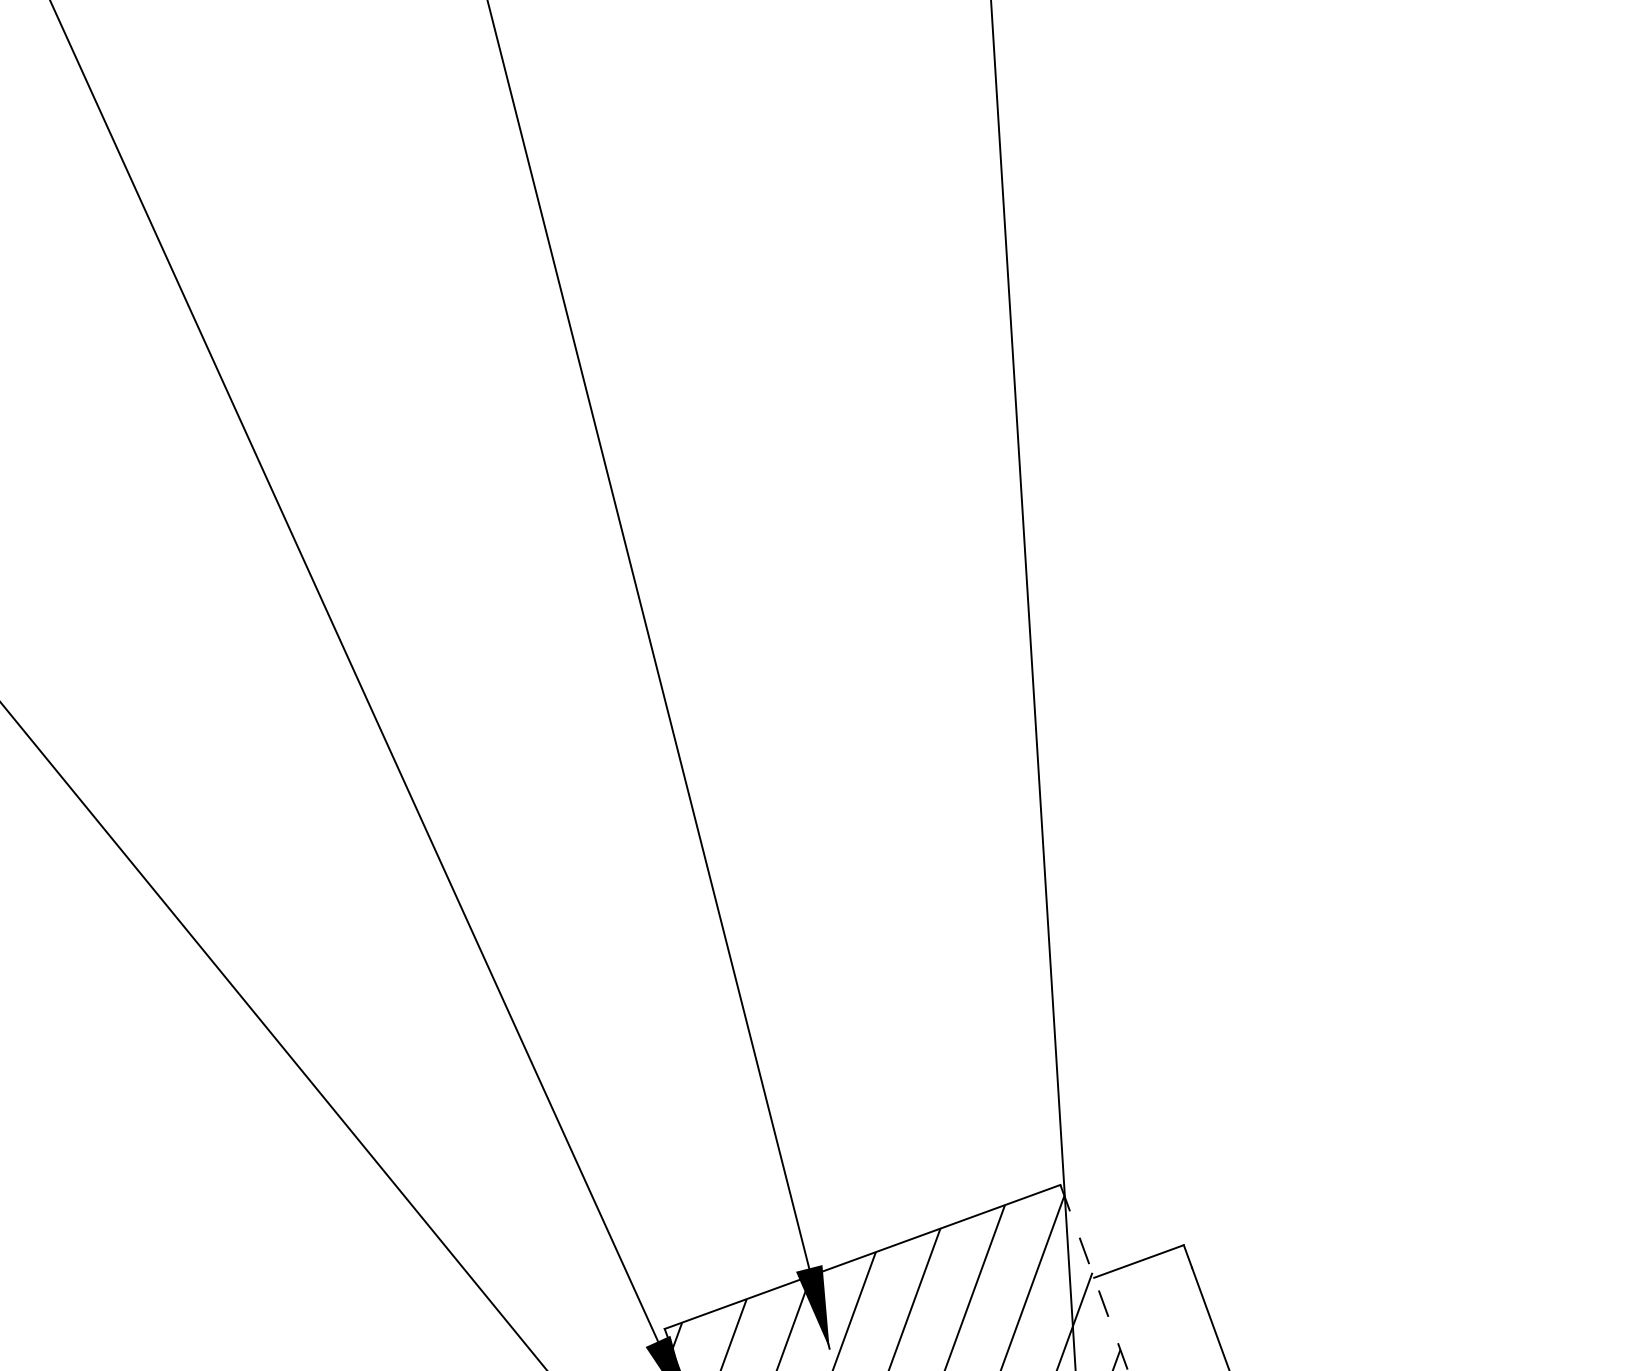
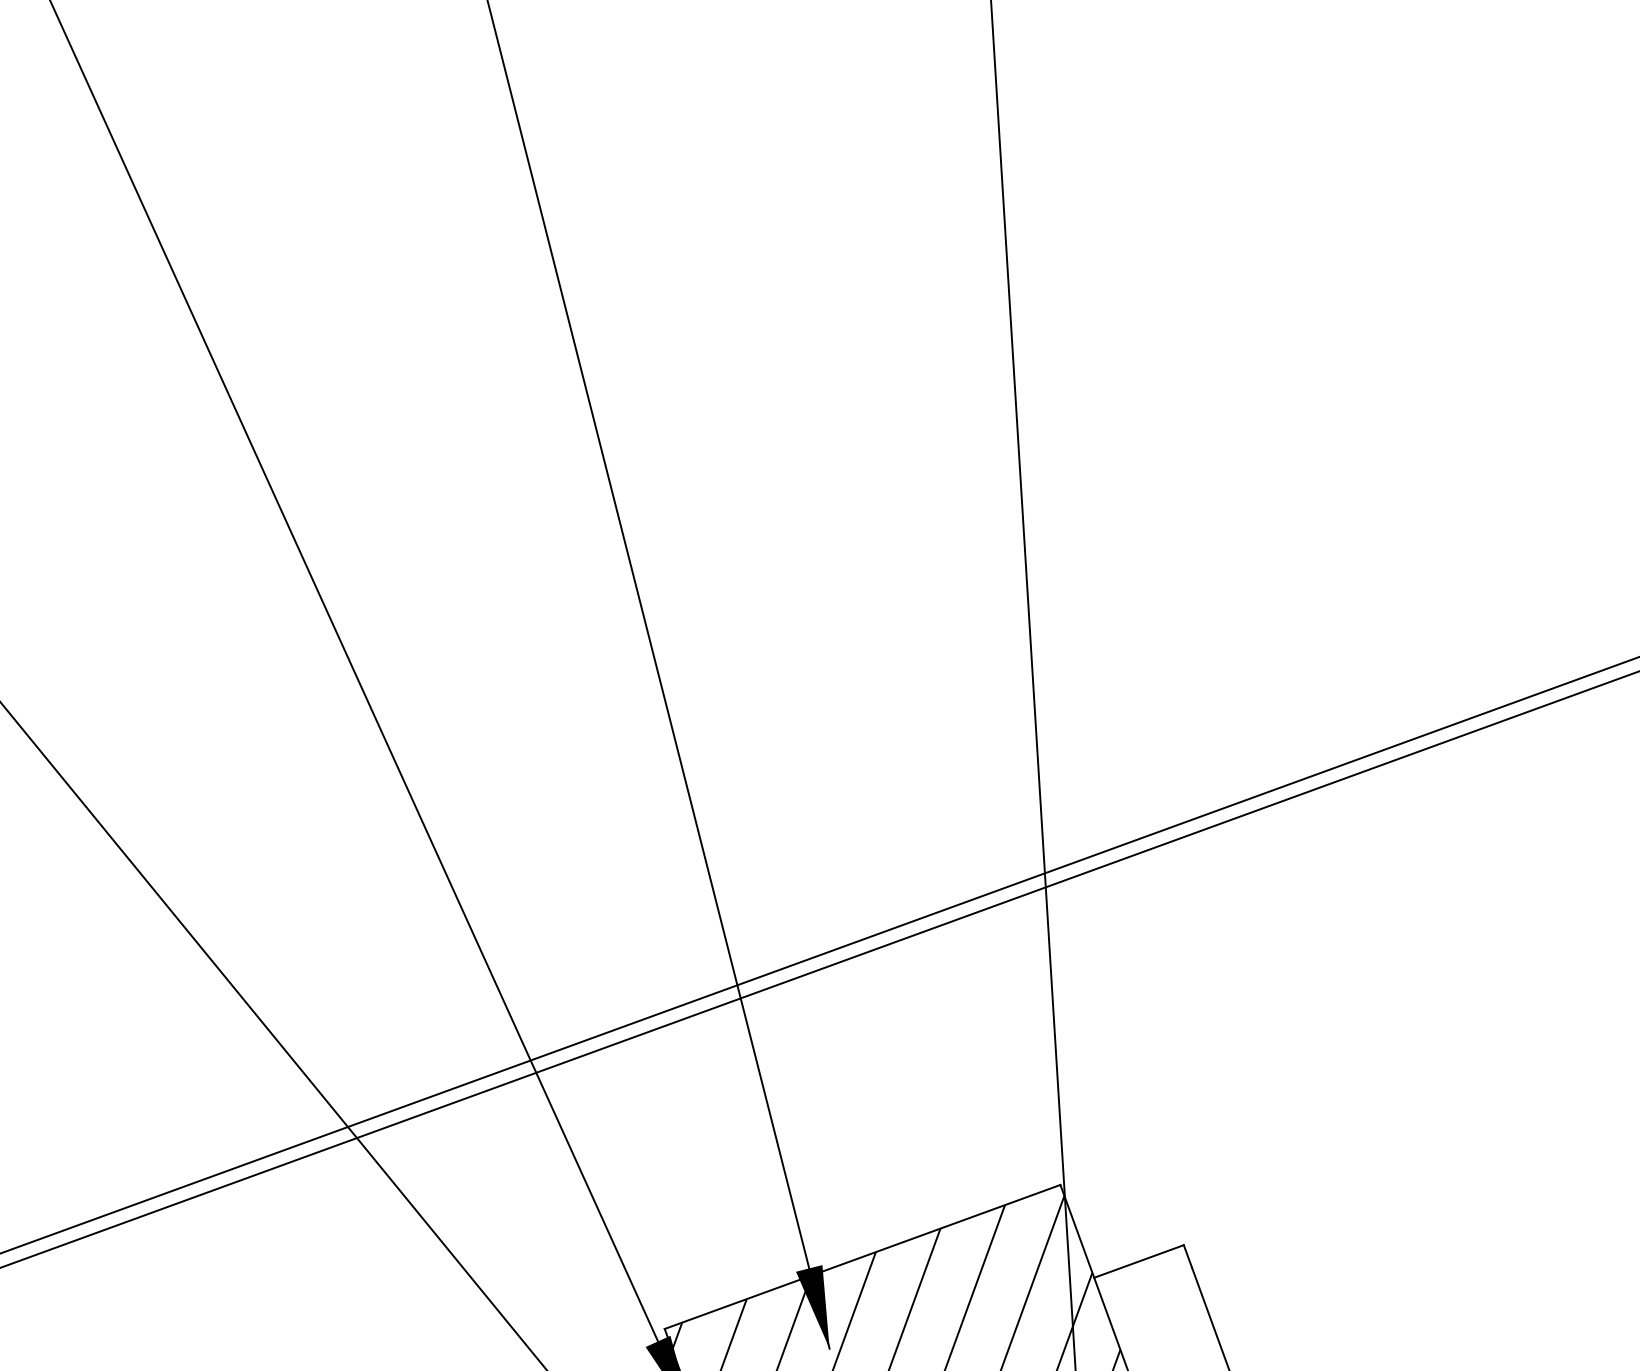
line at (819, 954): none -> present
line at (819, 969): none -> present
line at (1094, 1277): dashed -> solid
